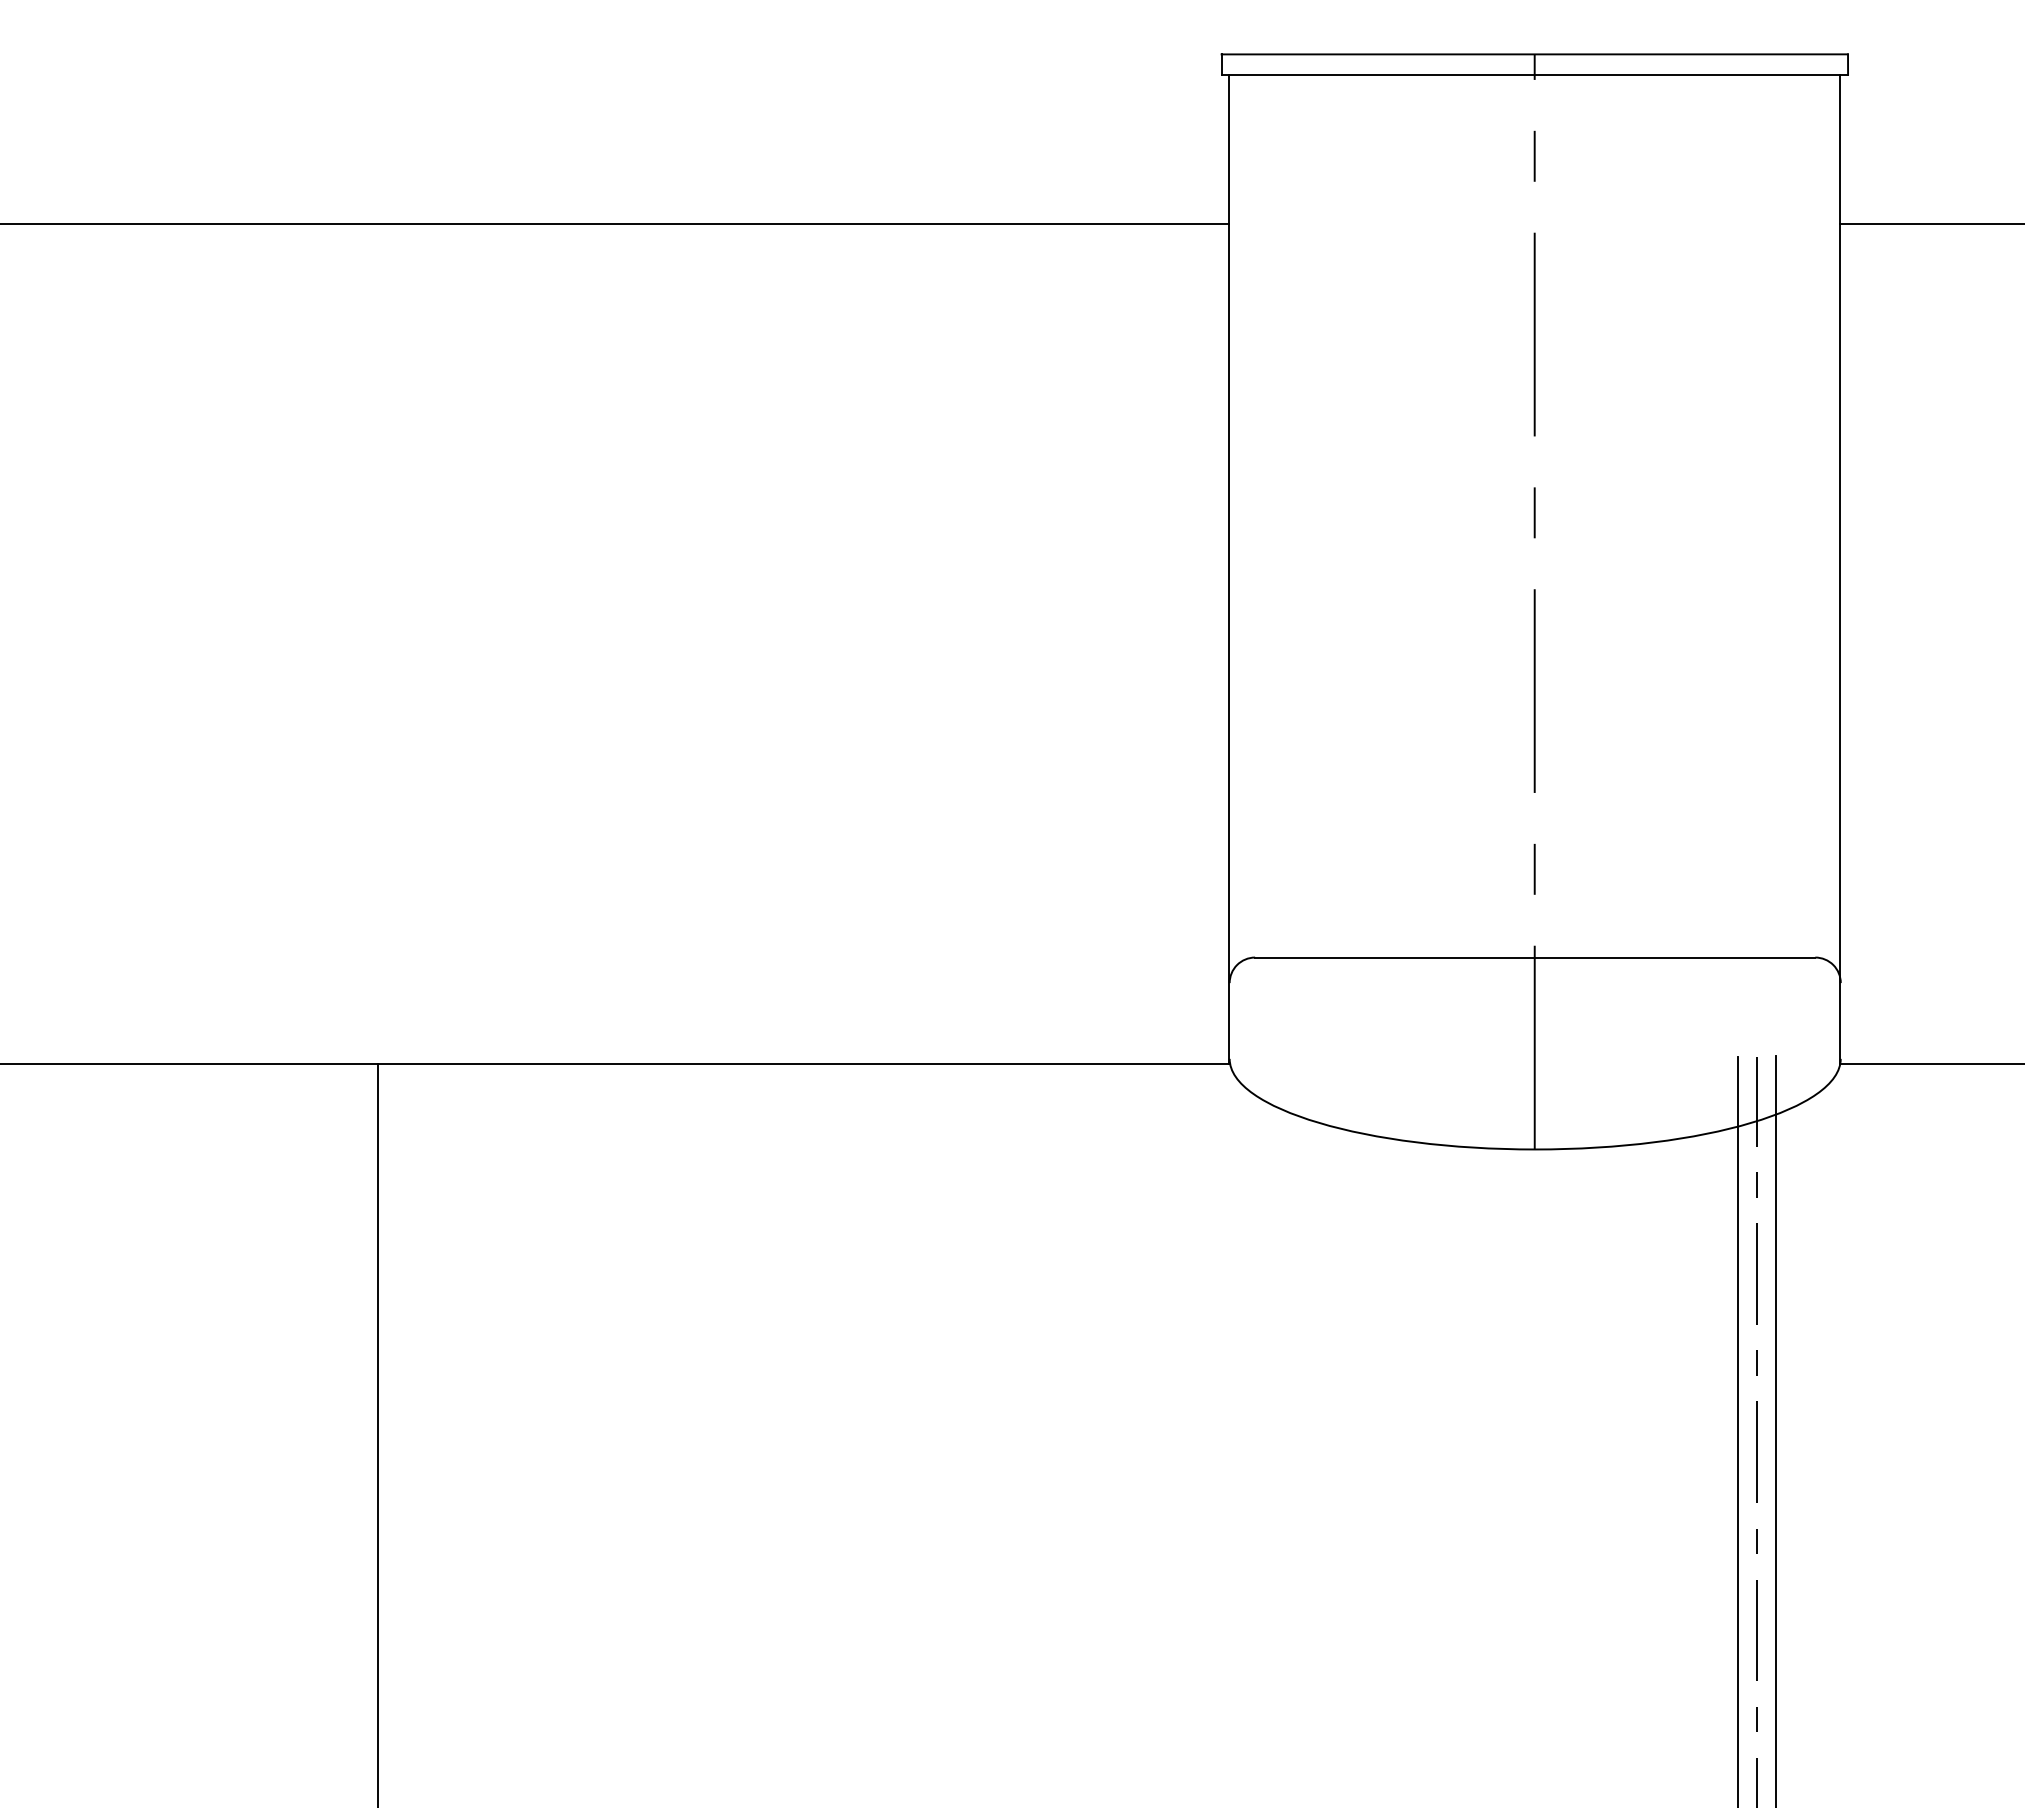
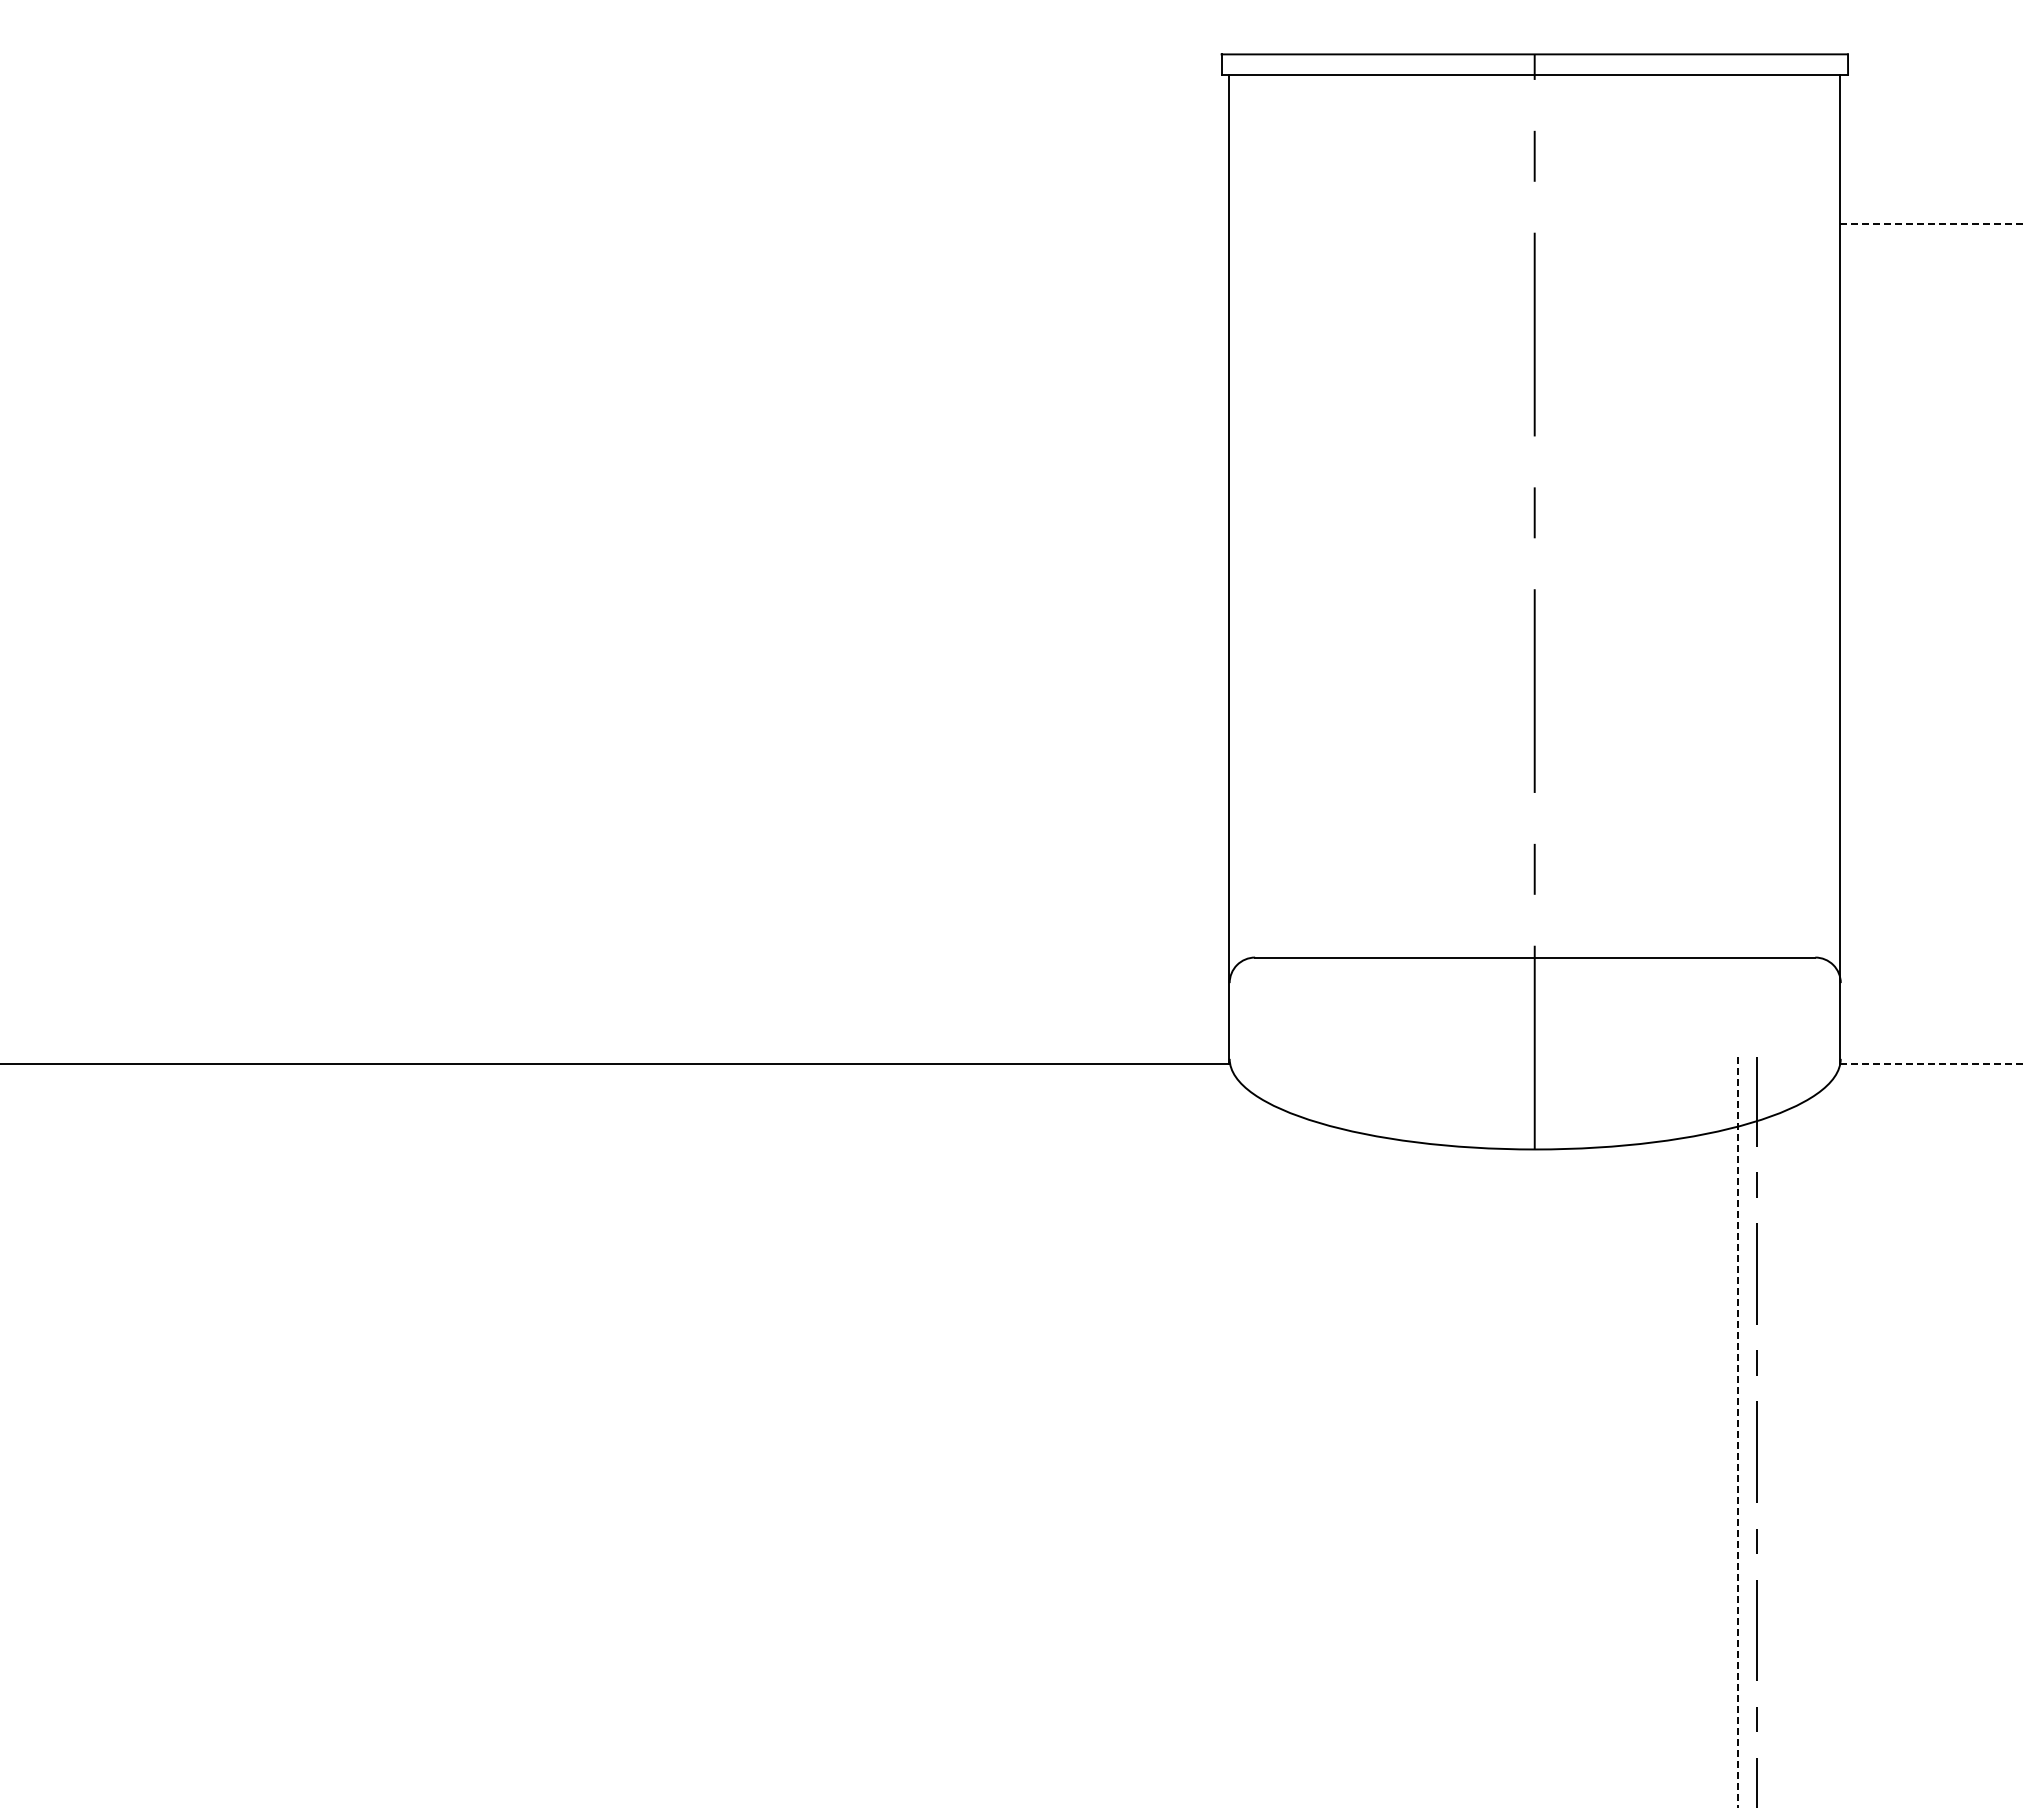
line at (615, 223): present -> none
line at (1932, 223): solid -> dashed
line at (1933, 1064): solid -> dashed
line at (1776, 1429): present -> none
line at (1738, 1432): solid -> dashed
line at (377, 1434): present -> none
